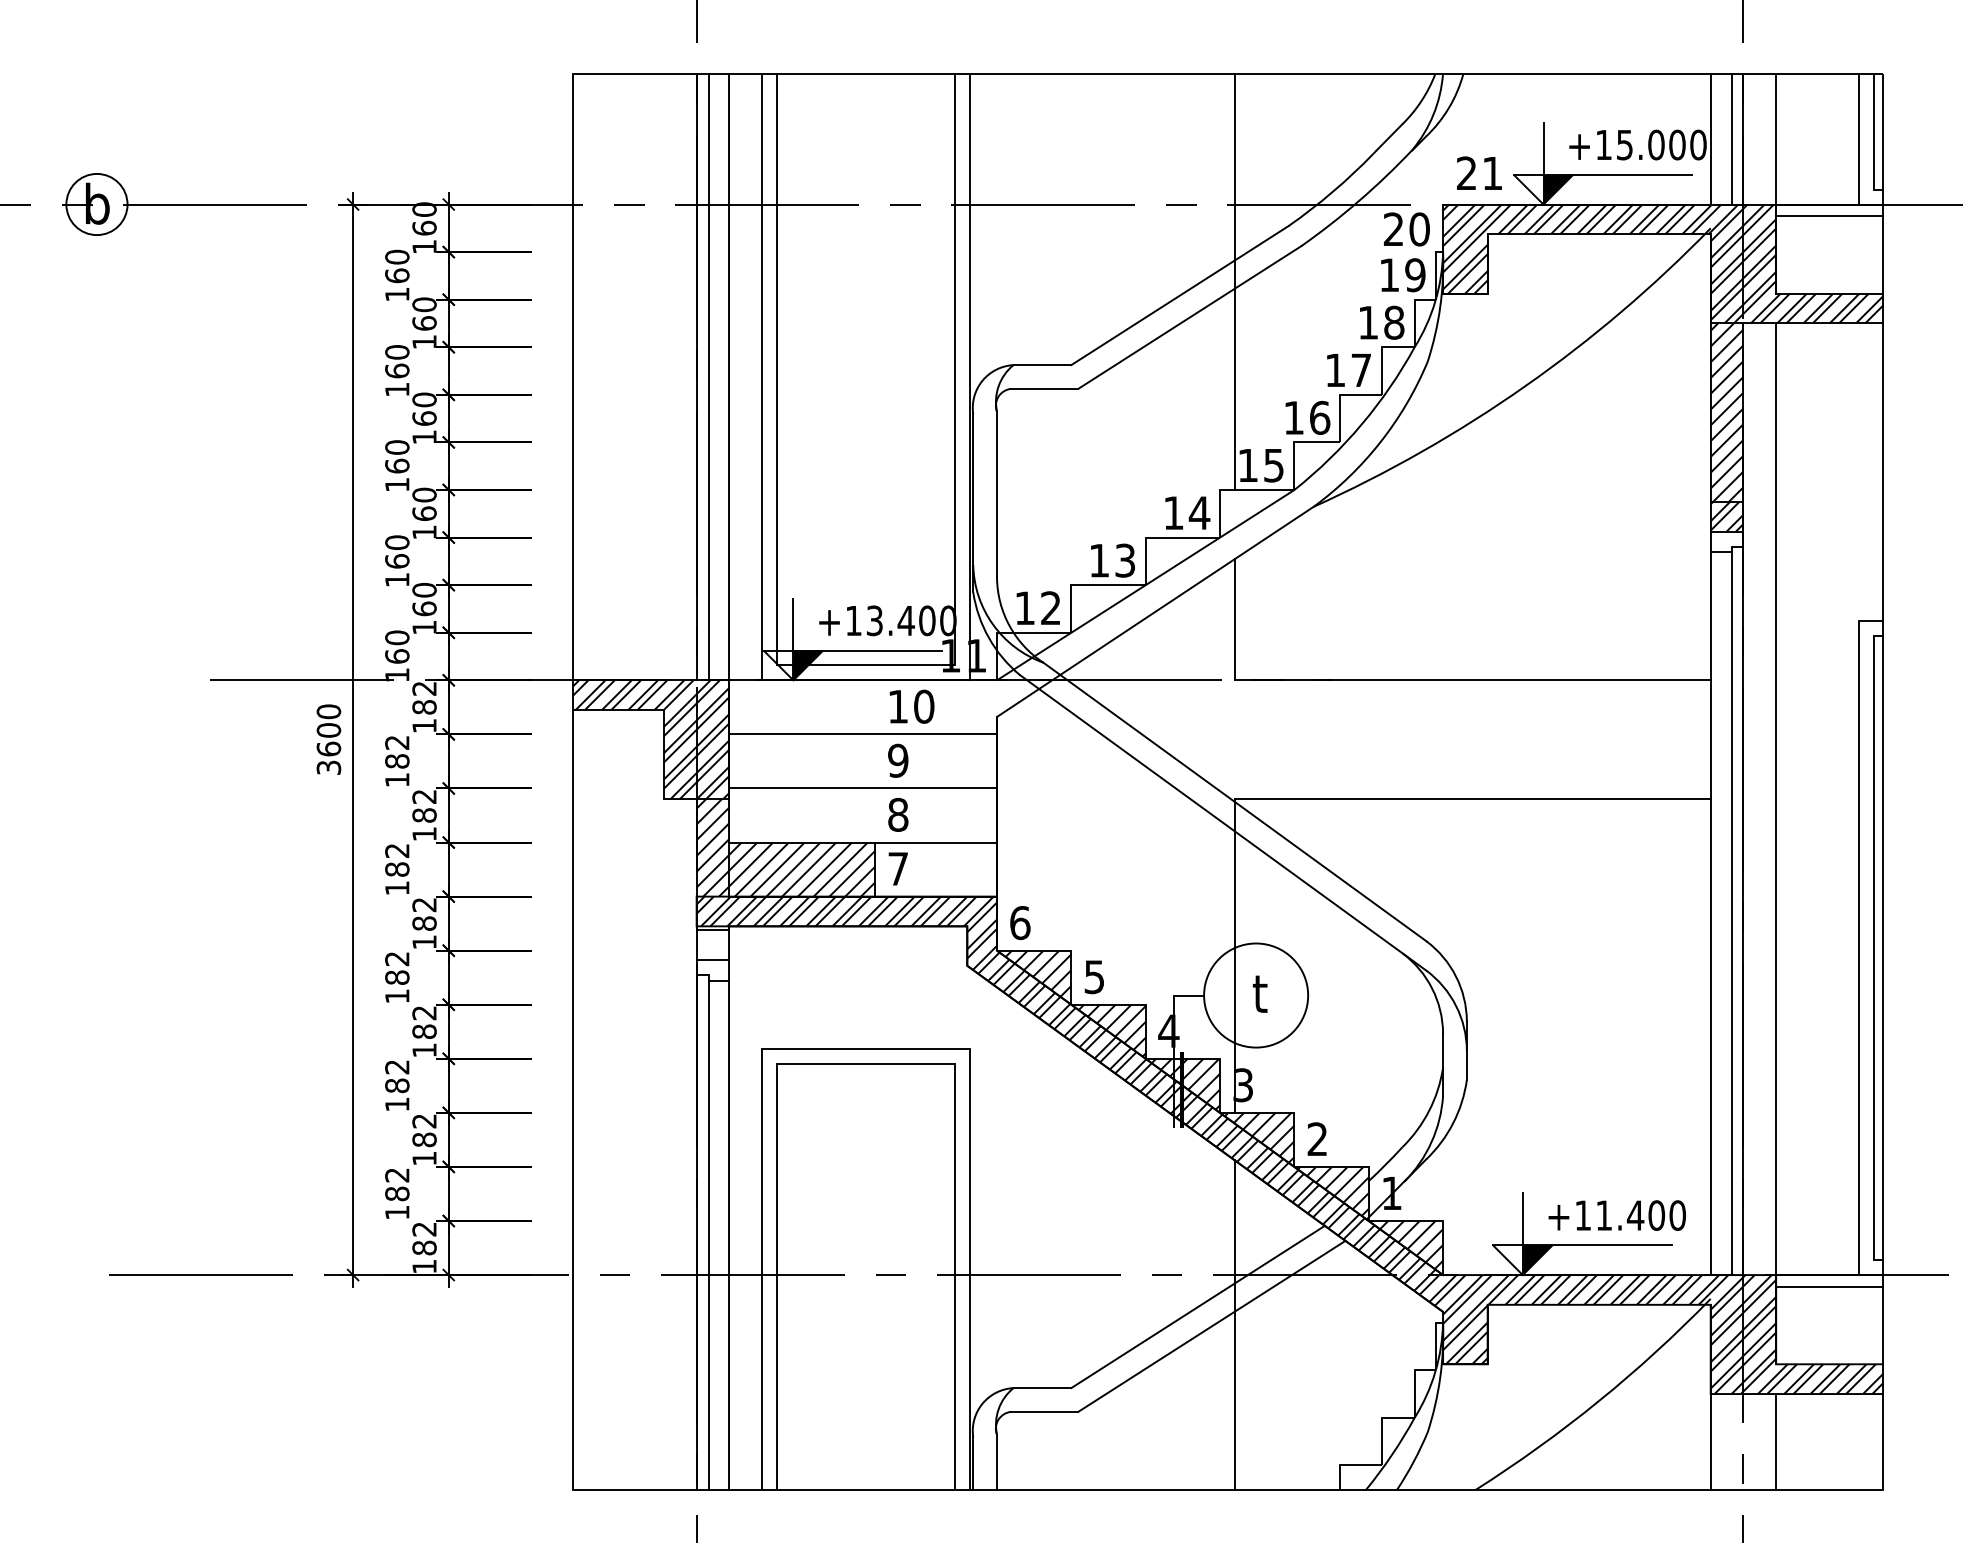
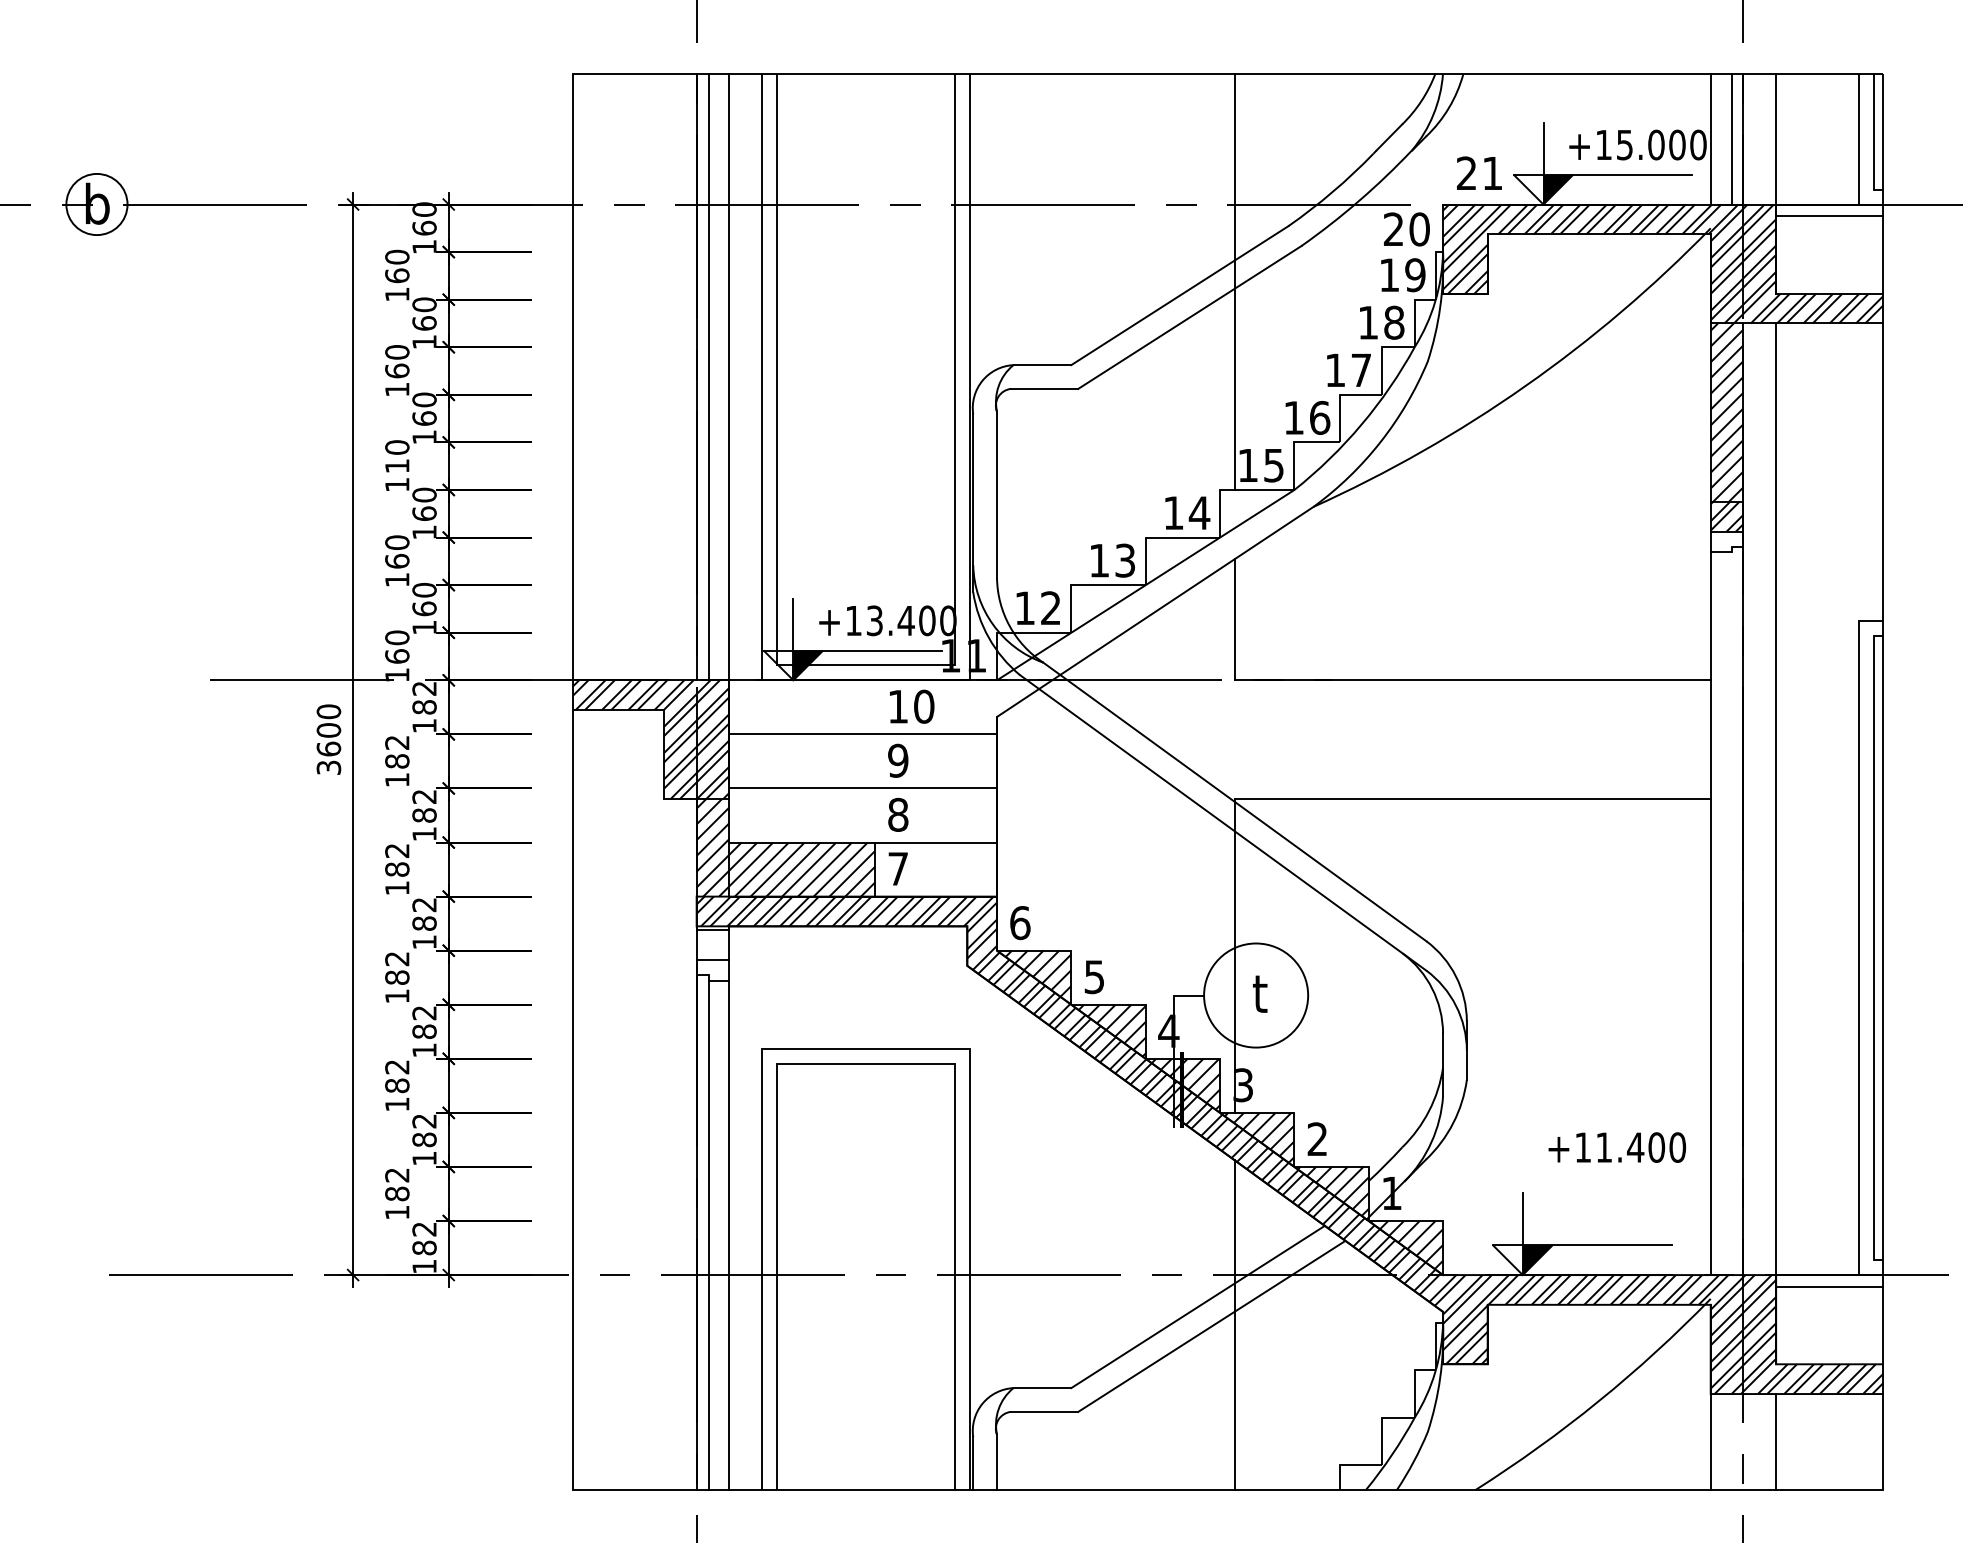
text at (397, 465): 160 -> 110
line at (1731, 913): present -> none
text at (1617, 1215) position: (1617, 1215) -> (1617, 1147)
